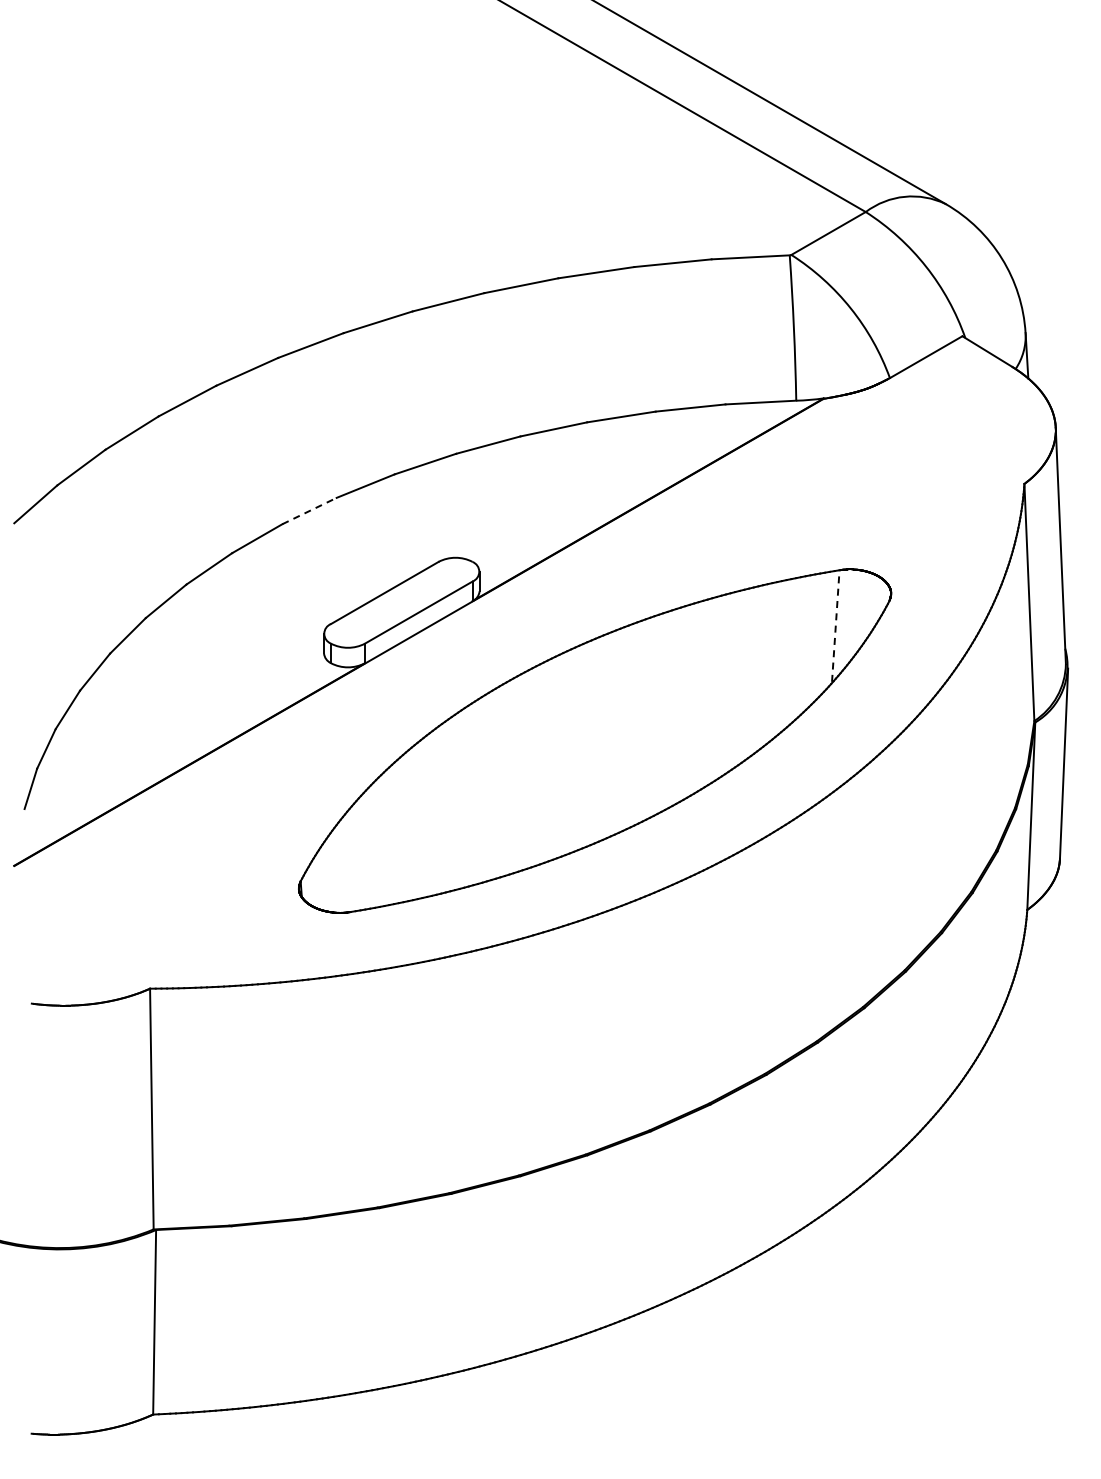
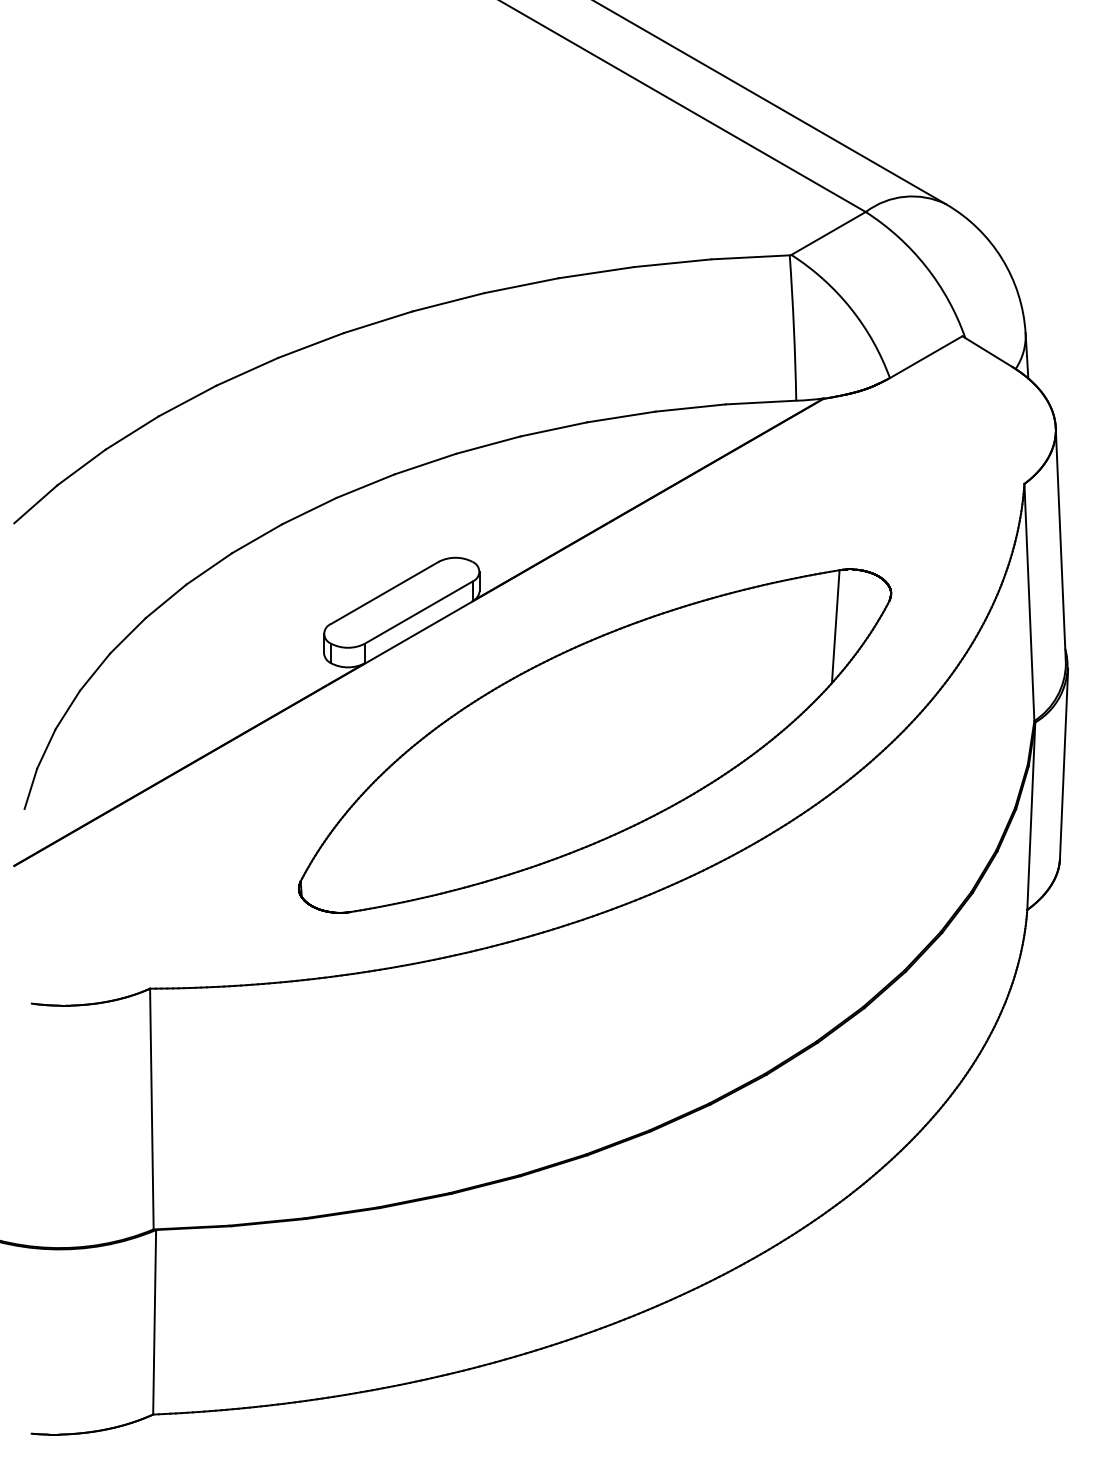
line at (309, 510): dashed -> solid
line at (835, 626): dashed -> solid
